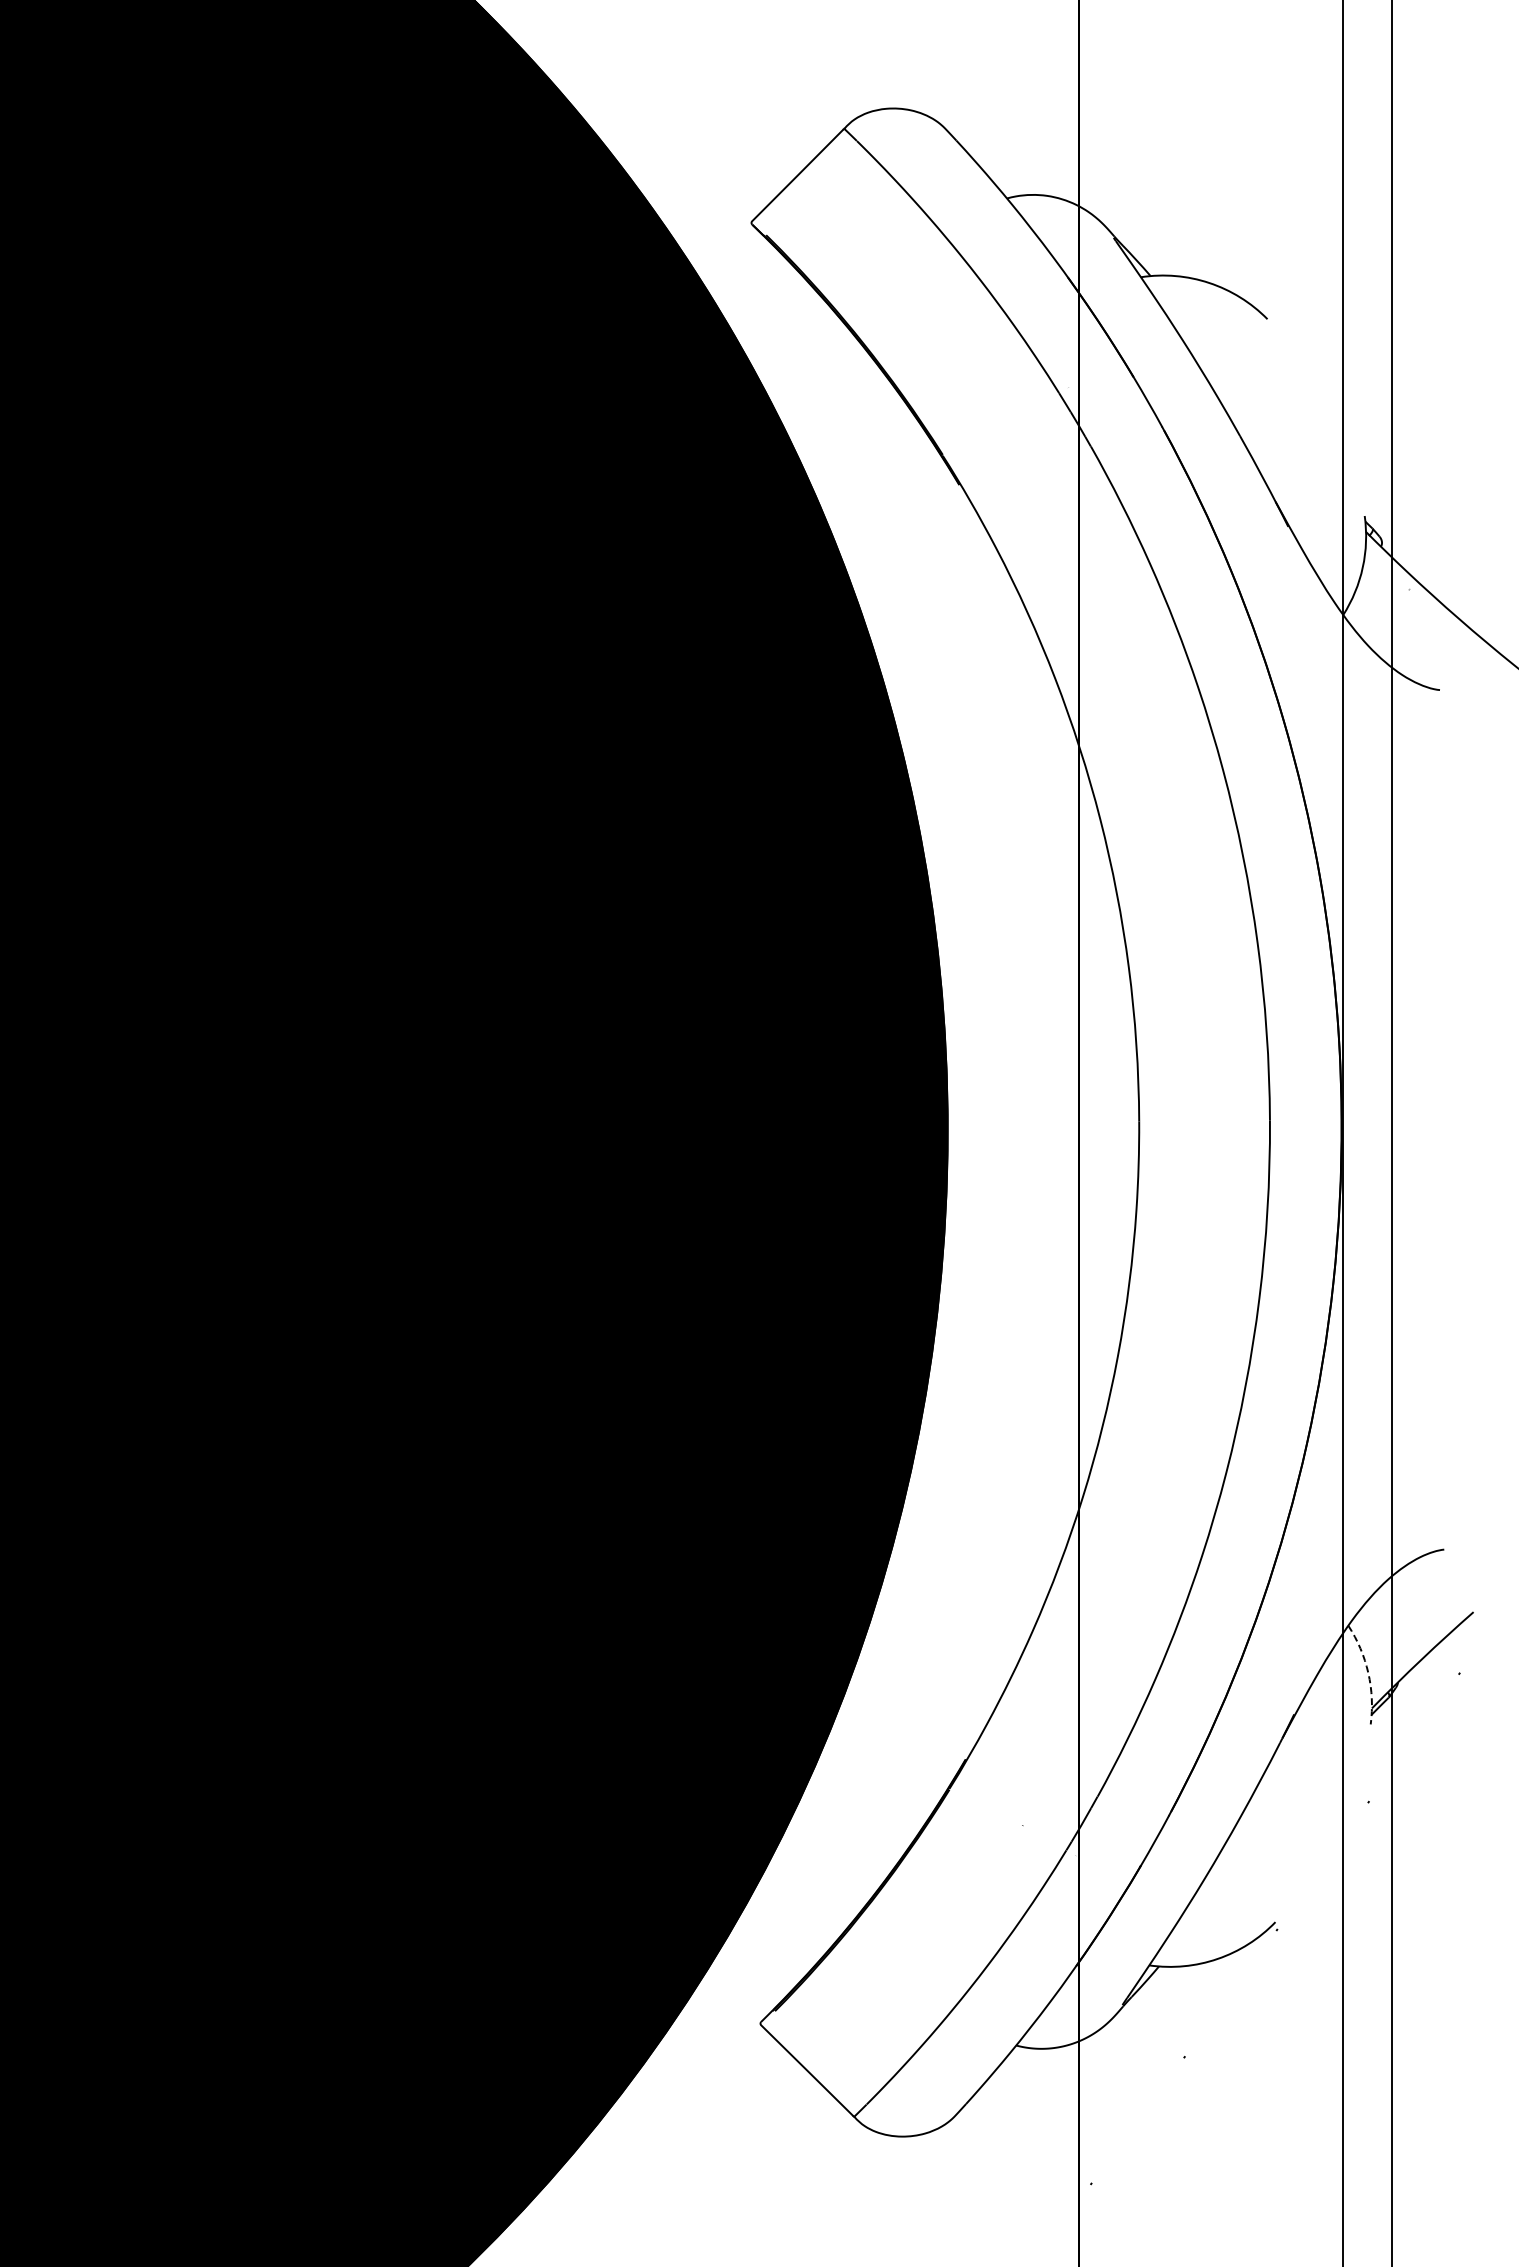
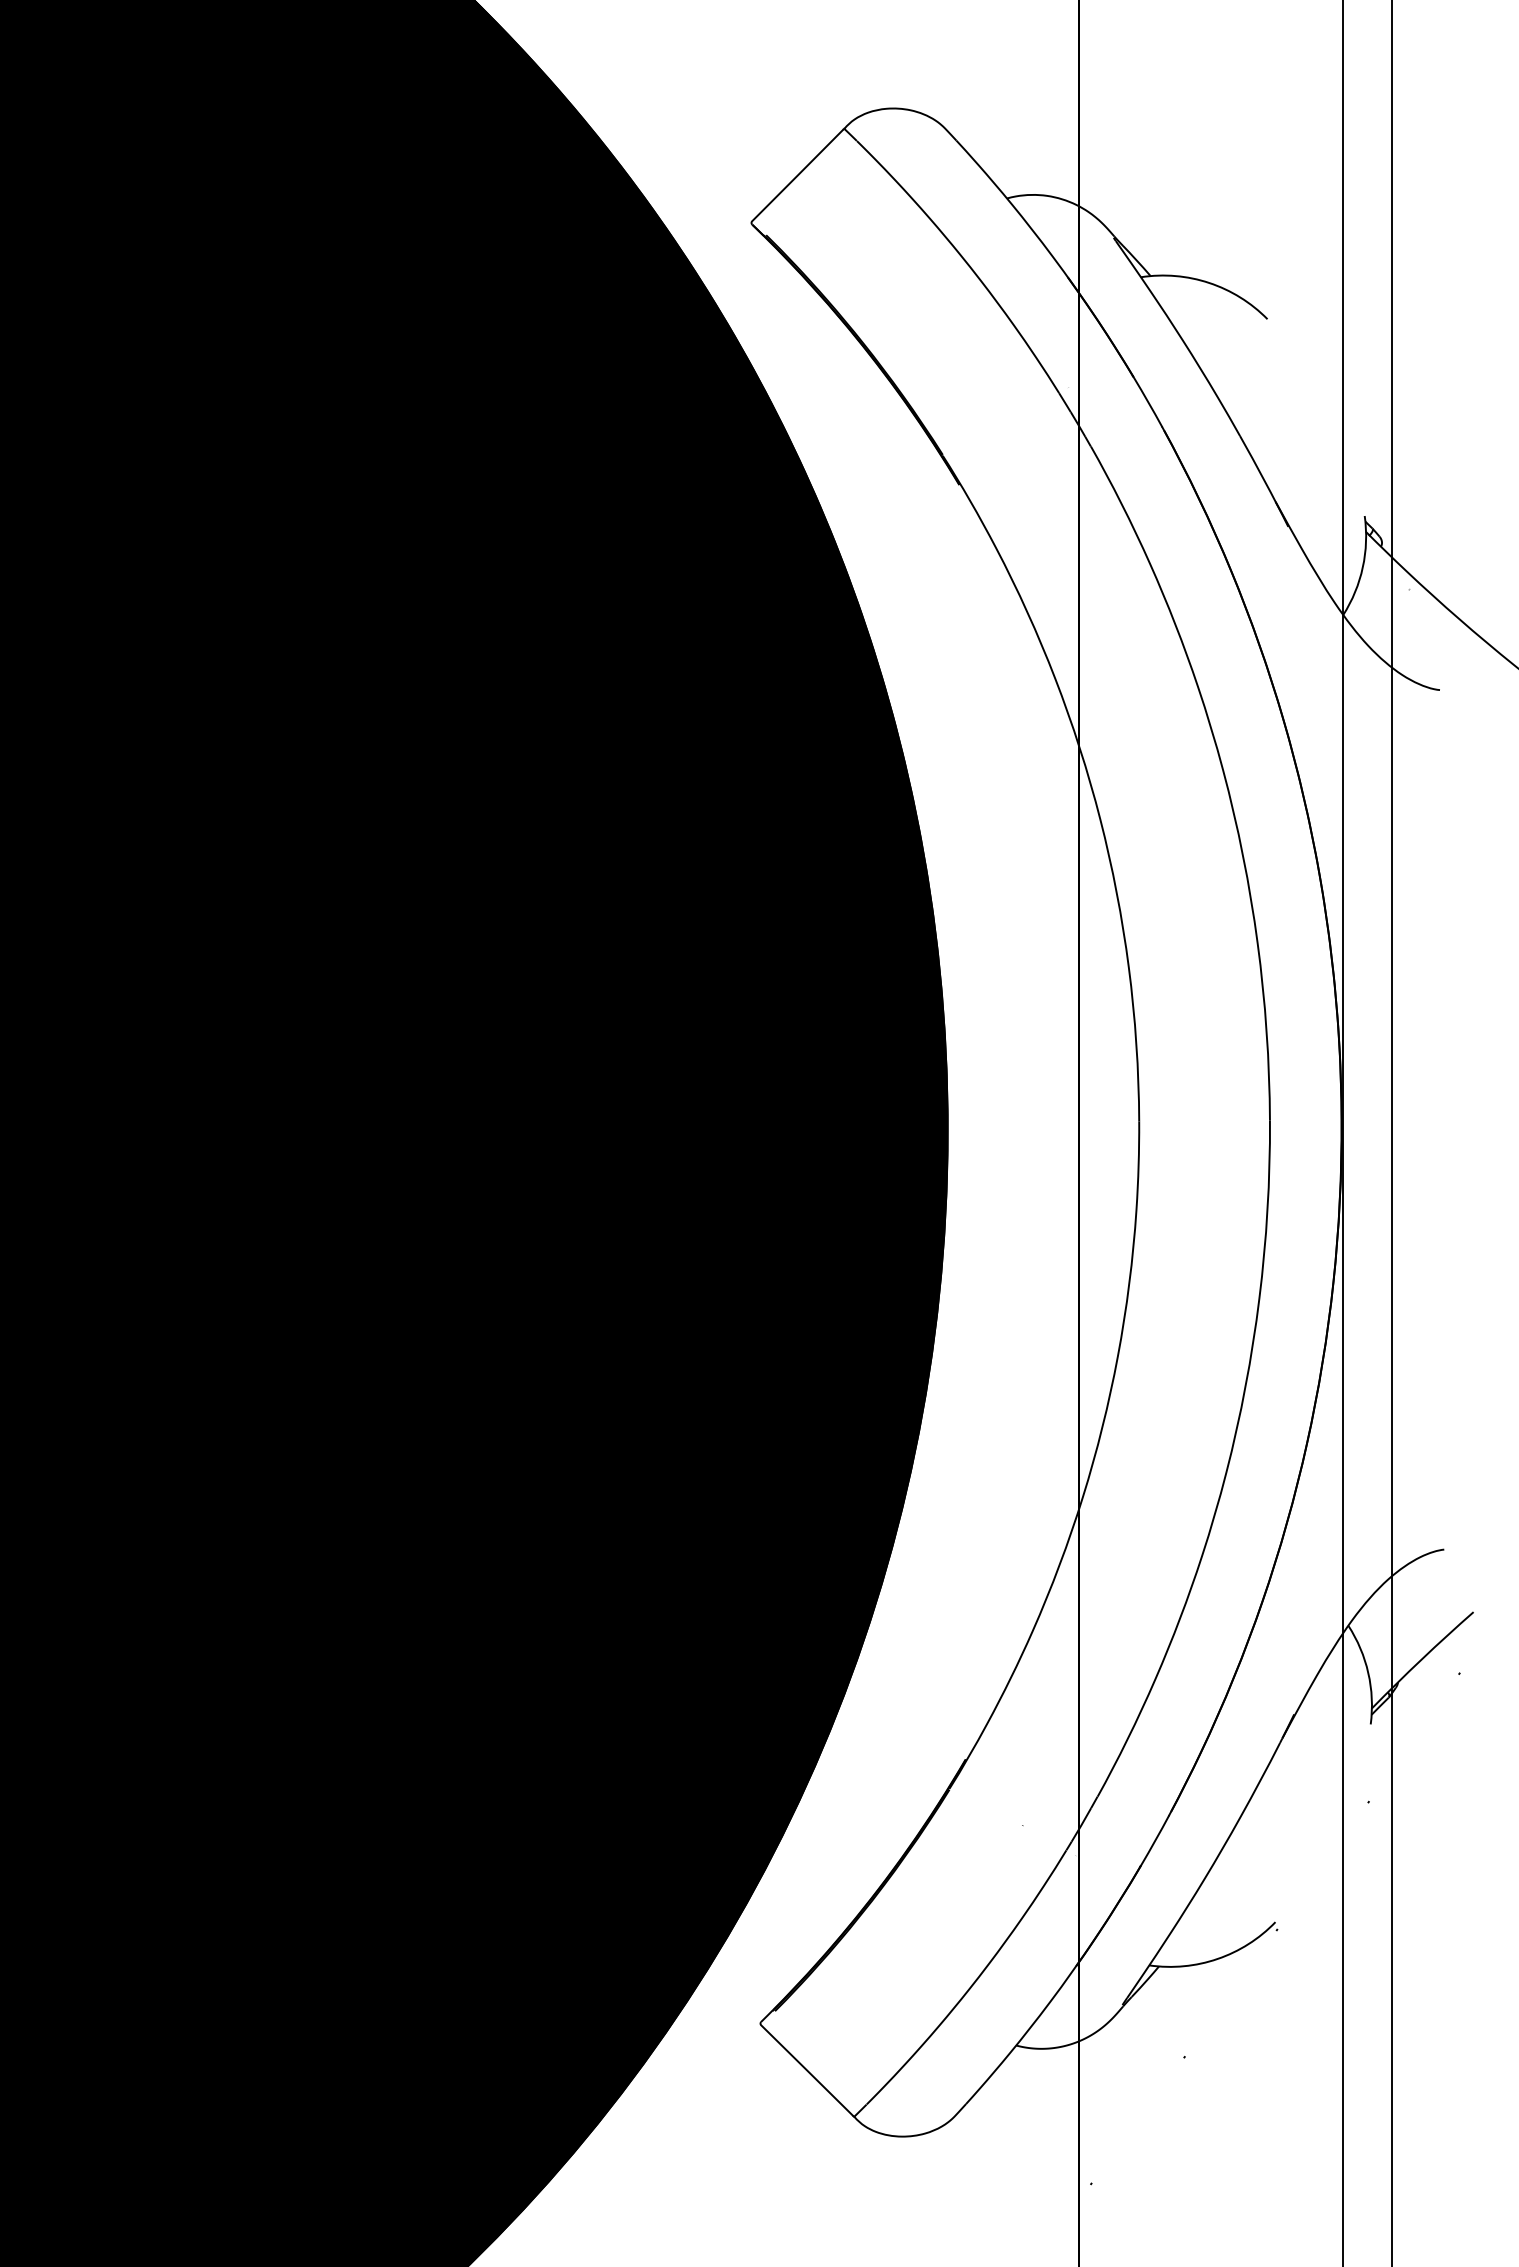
arc at (1368, 1673): dashed -> solid
